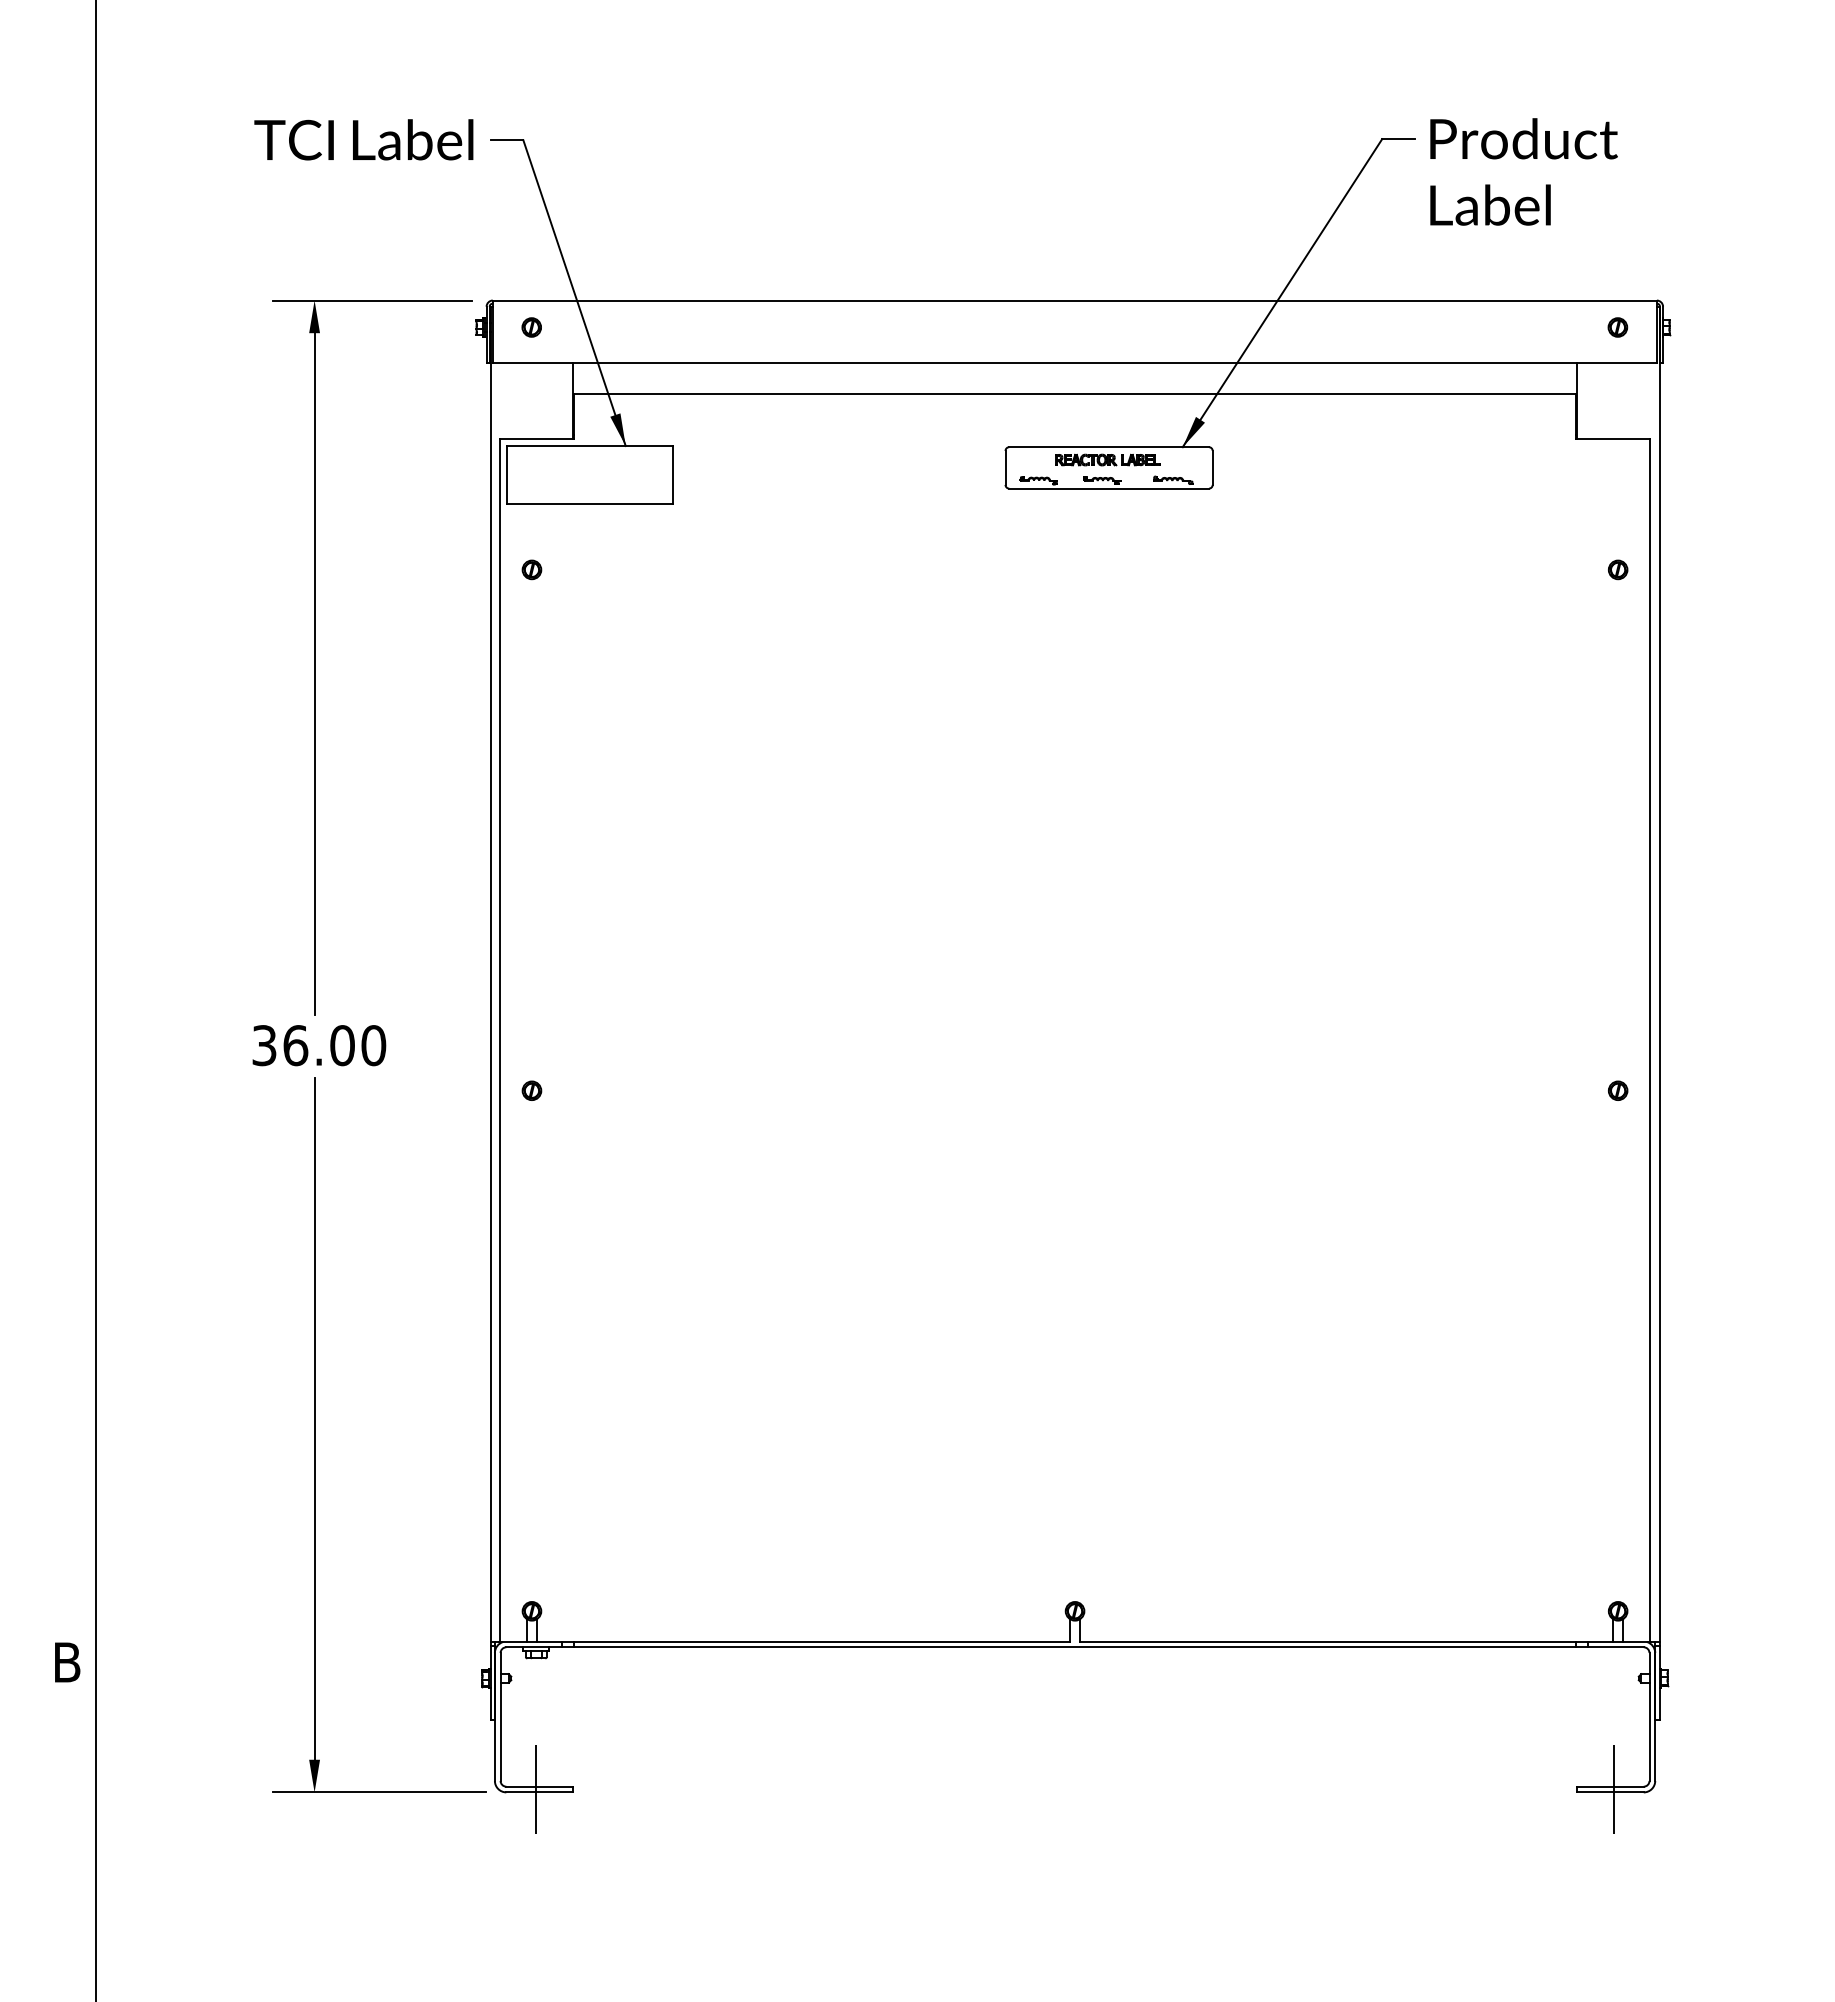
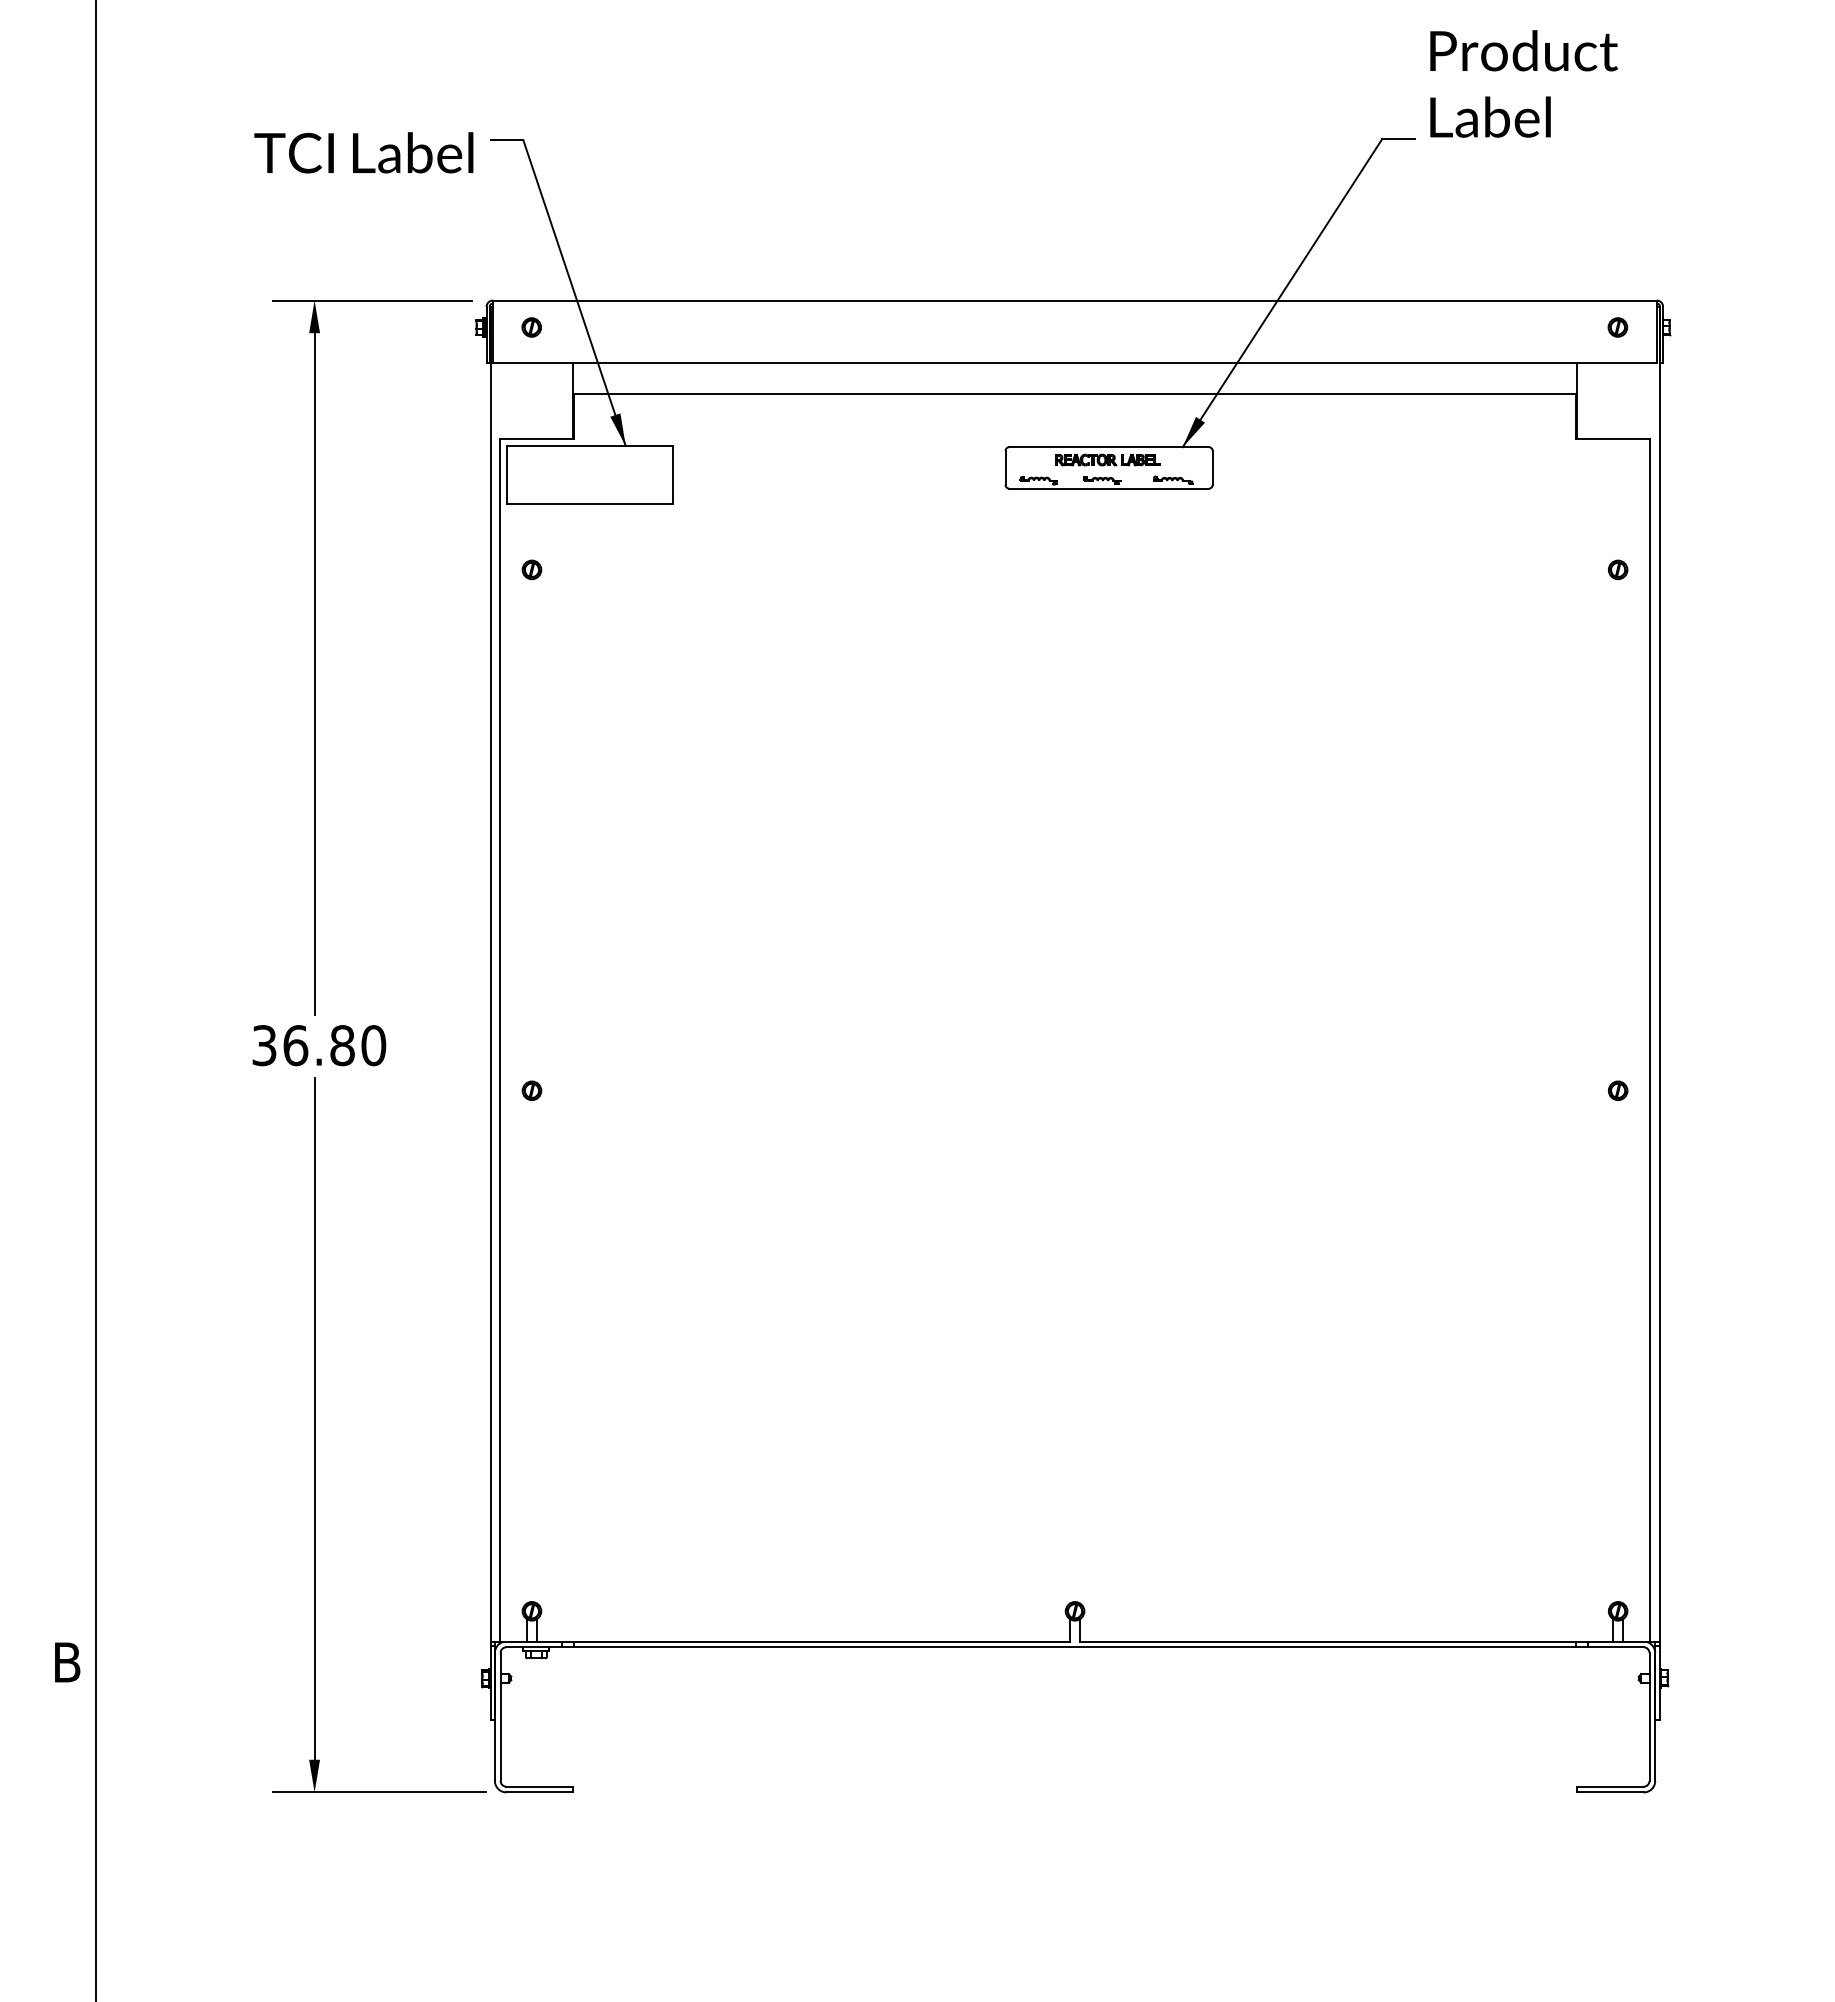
text at (363, 139) position: (363, 139) -> (363, 152)
text at (1523, 171) position: (1523, 171) -> (1523, 83)
text at (342, 1045): 36.00 -> 36.80
line at (536, 1789): present -> none
line at (1613, 1789): present -> none
